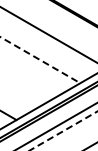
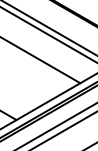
line at (49, 28): none -> present
line at (40, 60): dashed -> solid
line at (64, 130): dashed -> solid
